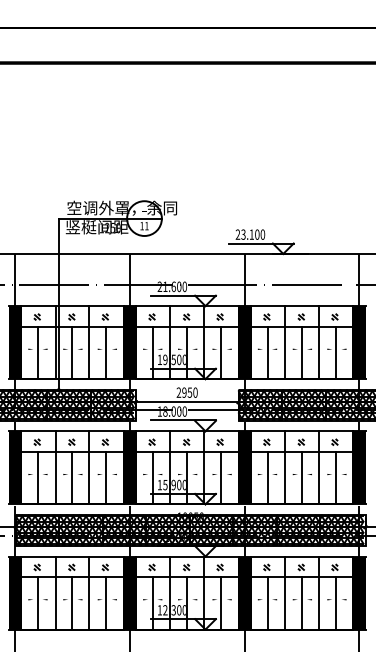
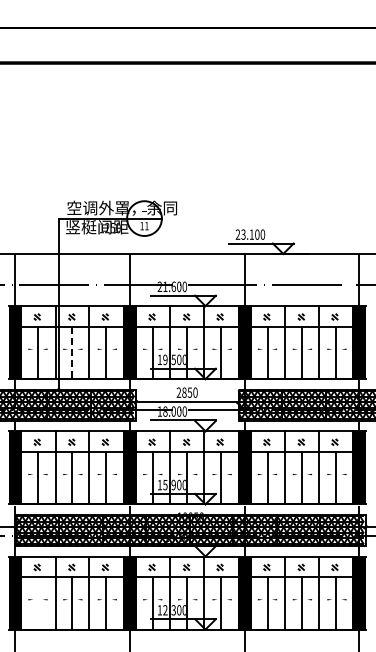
line at (72, 353): solid -> dashed
text at (184, 392): 2950 -> 2850
line at (37, 603): present -> none
